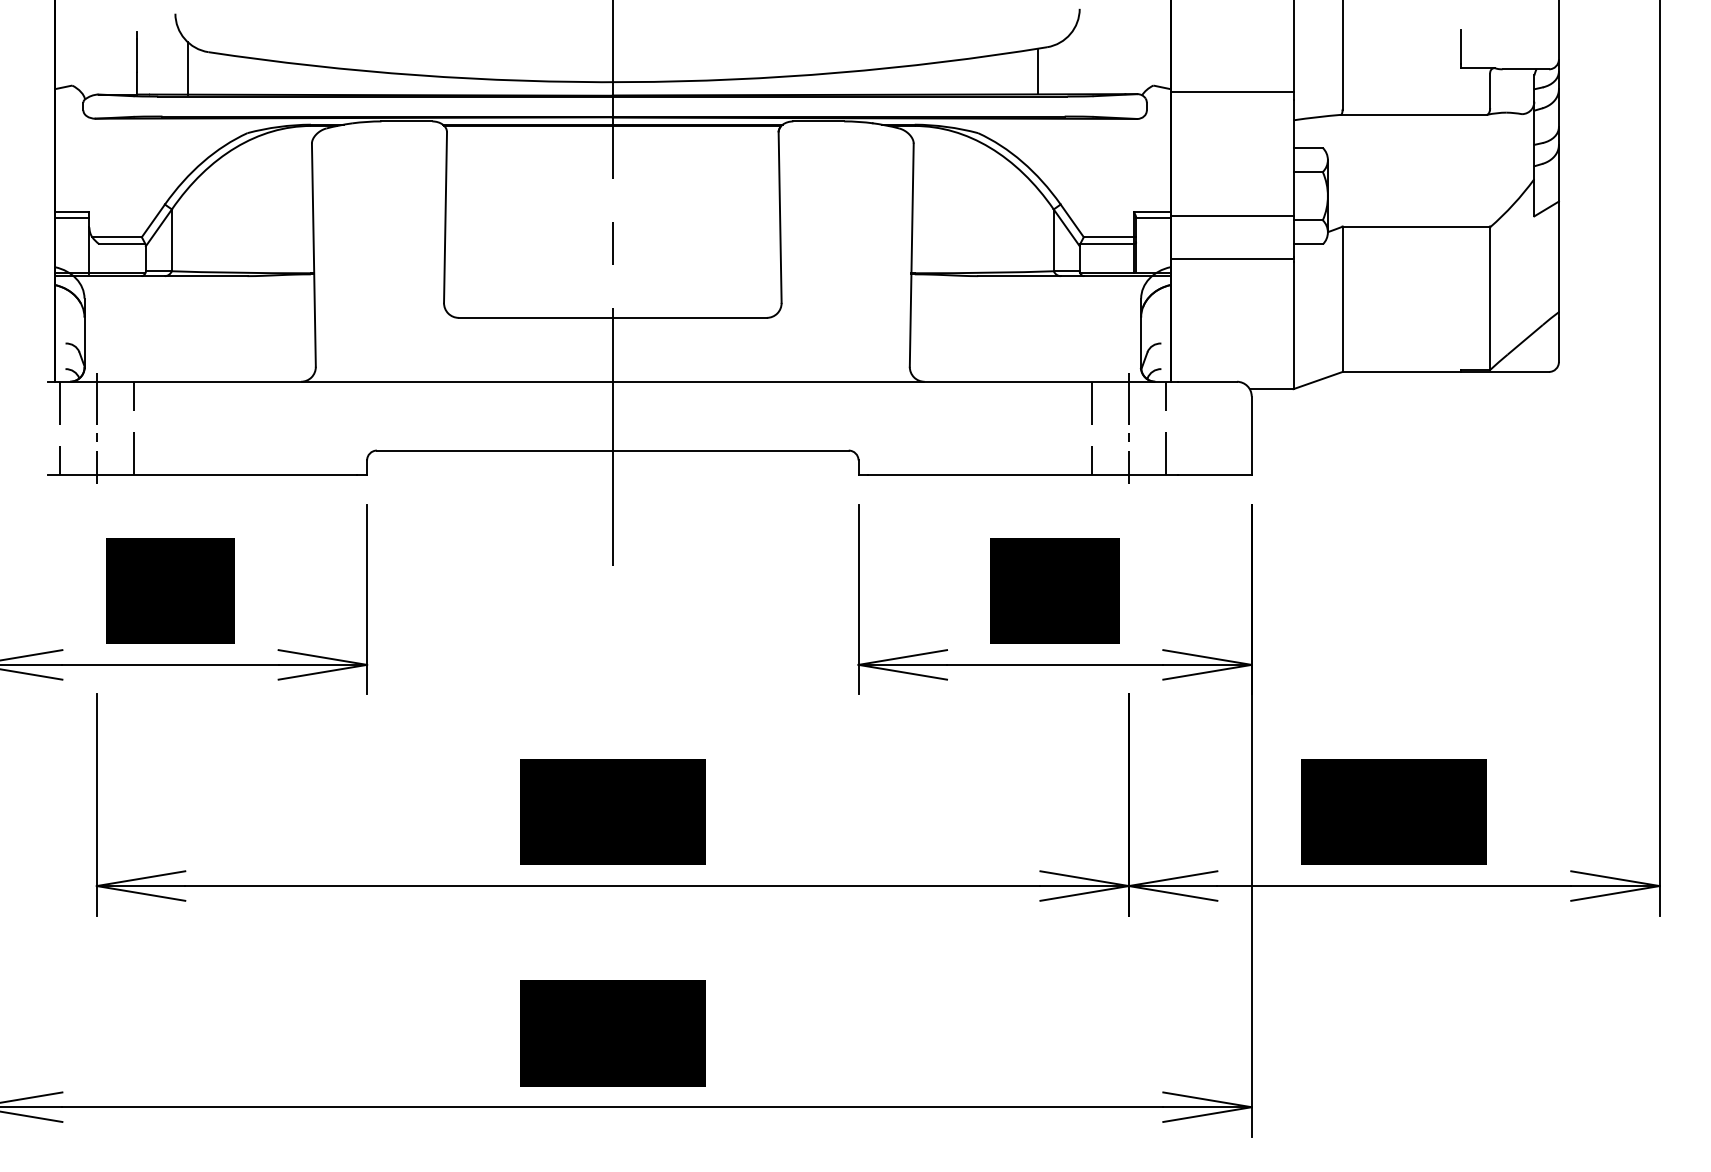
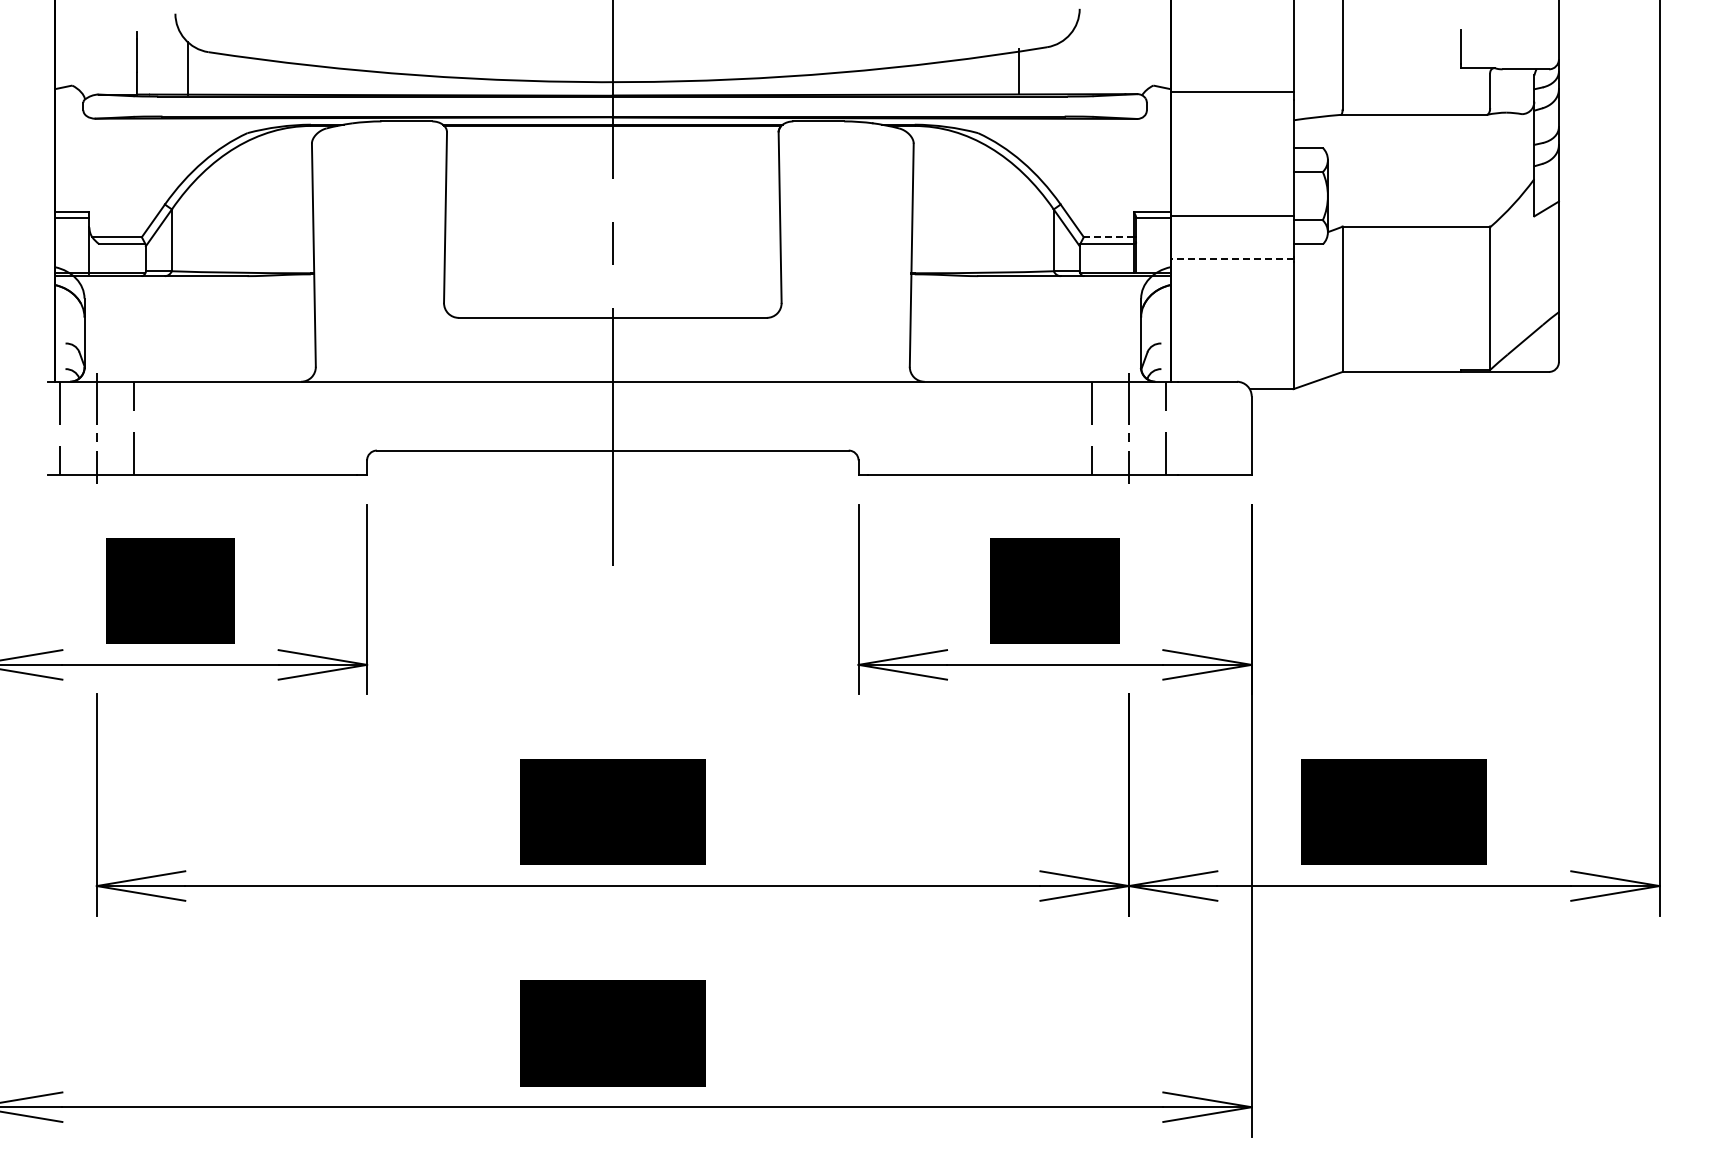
line at (1037, 71) position: (1037, 71) -> (1018, 71)
line at (1108, 237): solid -> dashed
line at (1231, 258): solid -> dashed
